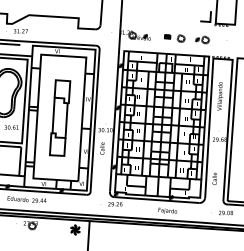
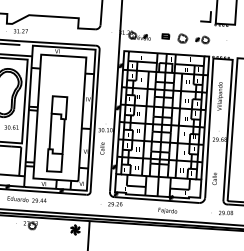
part at (174, 38) size: 22x9 px -> 28x11 px
part at (60, 117) position: (60, 117) -> (57, 133)
